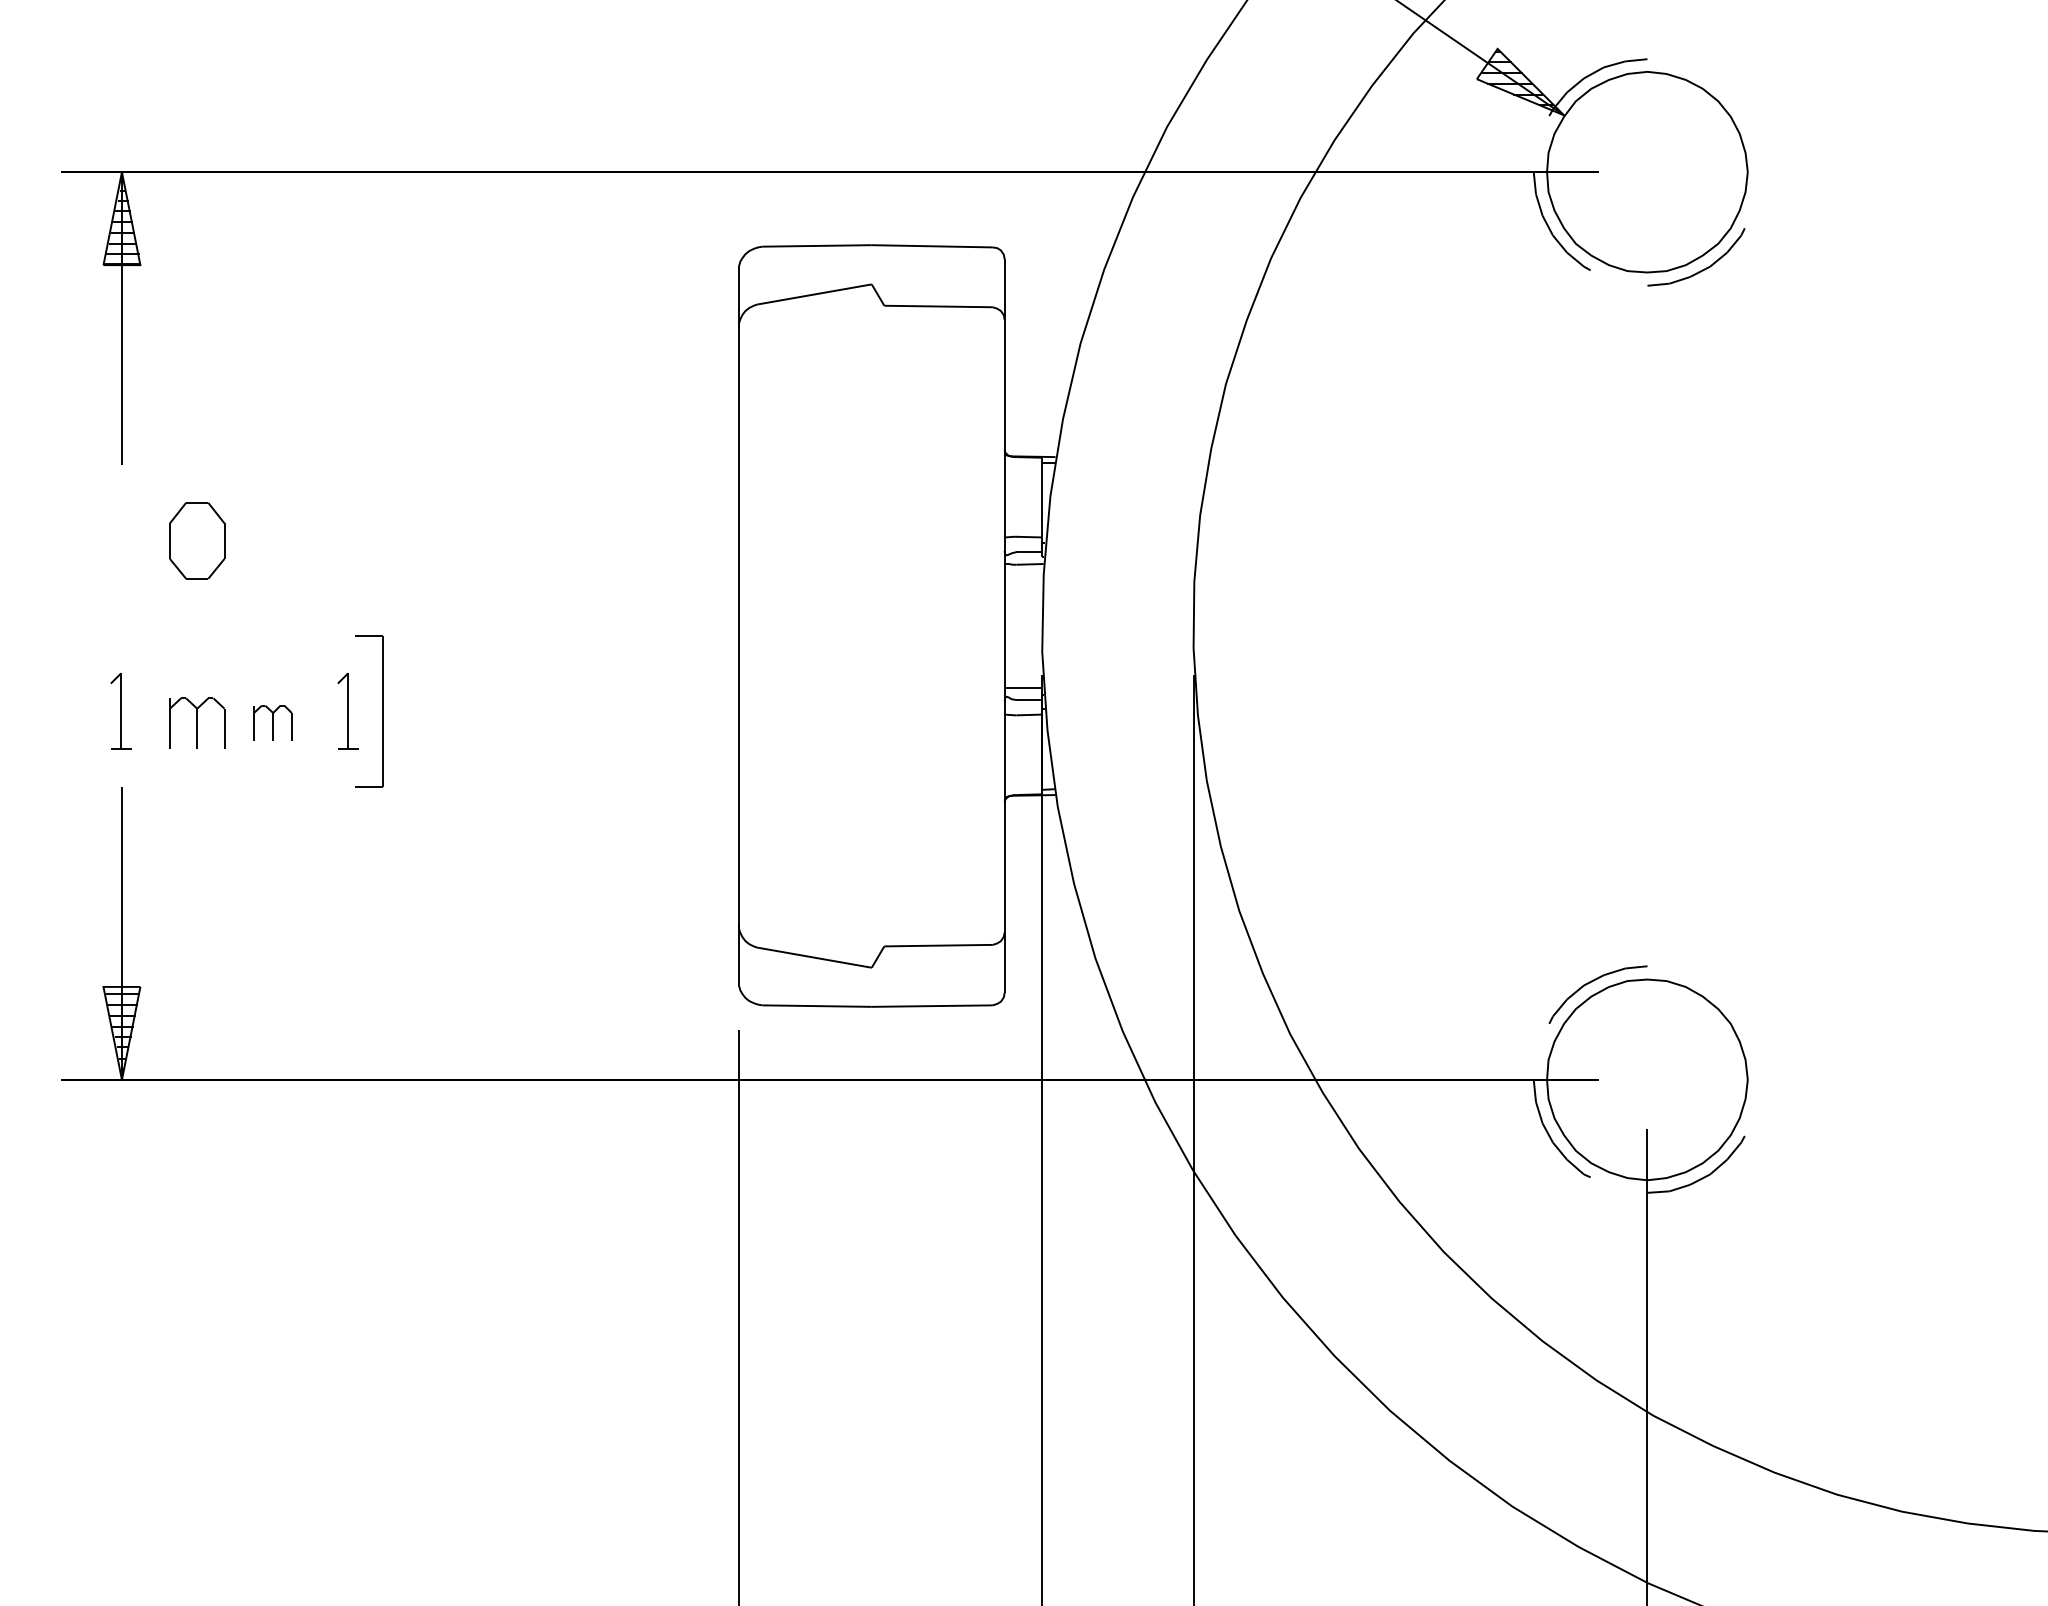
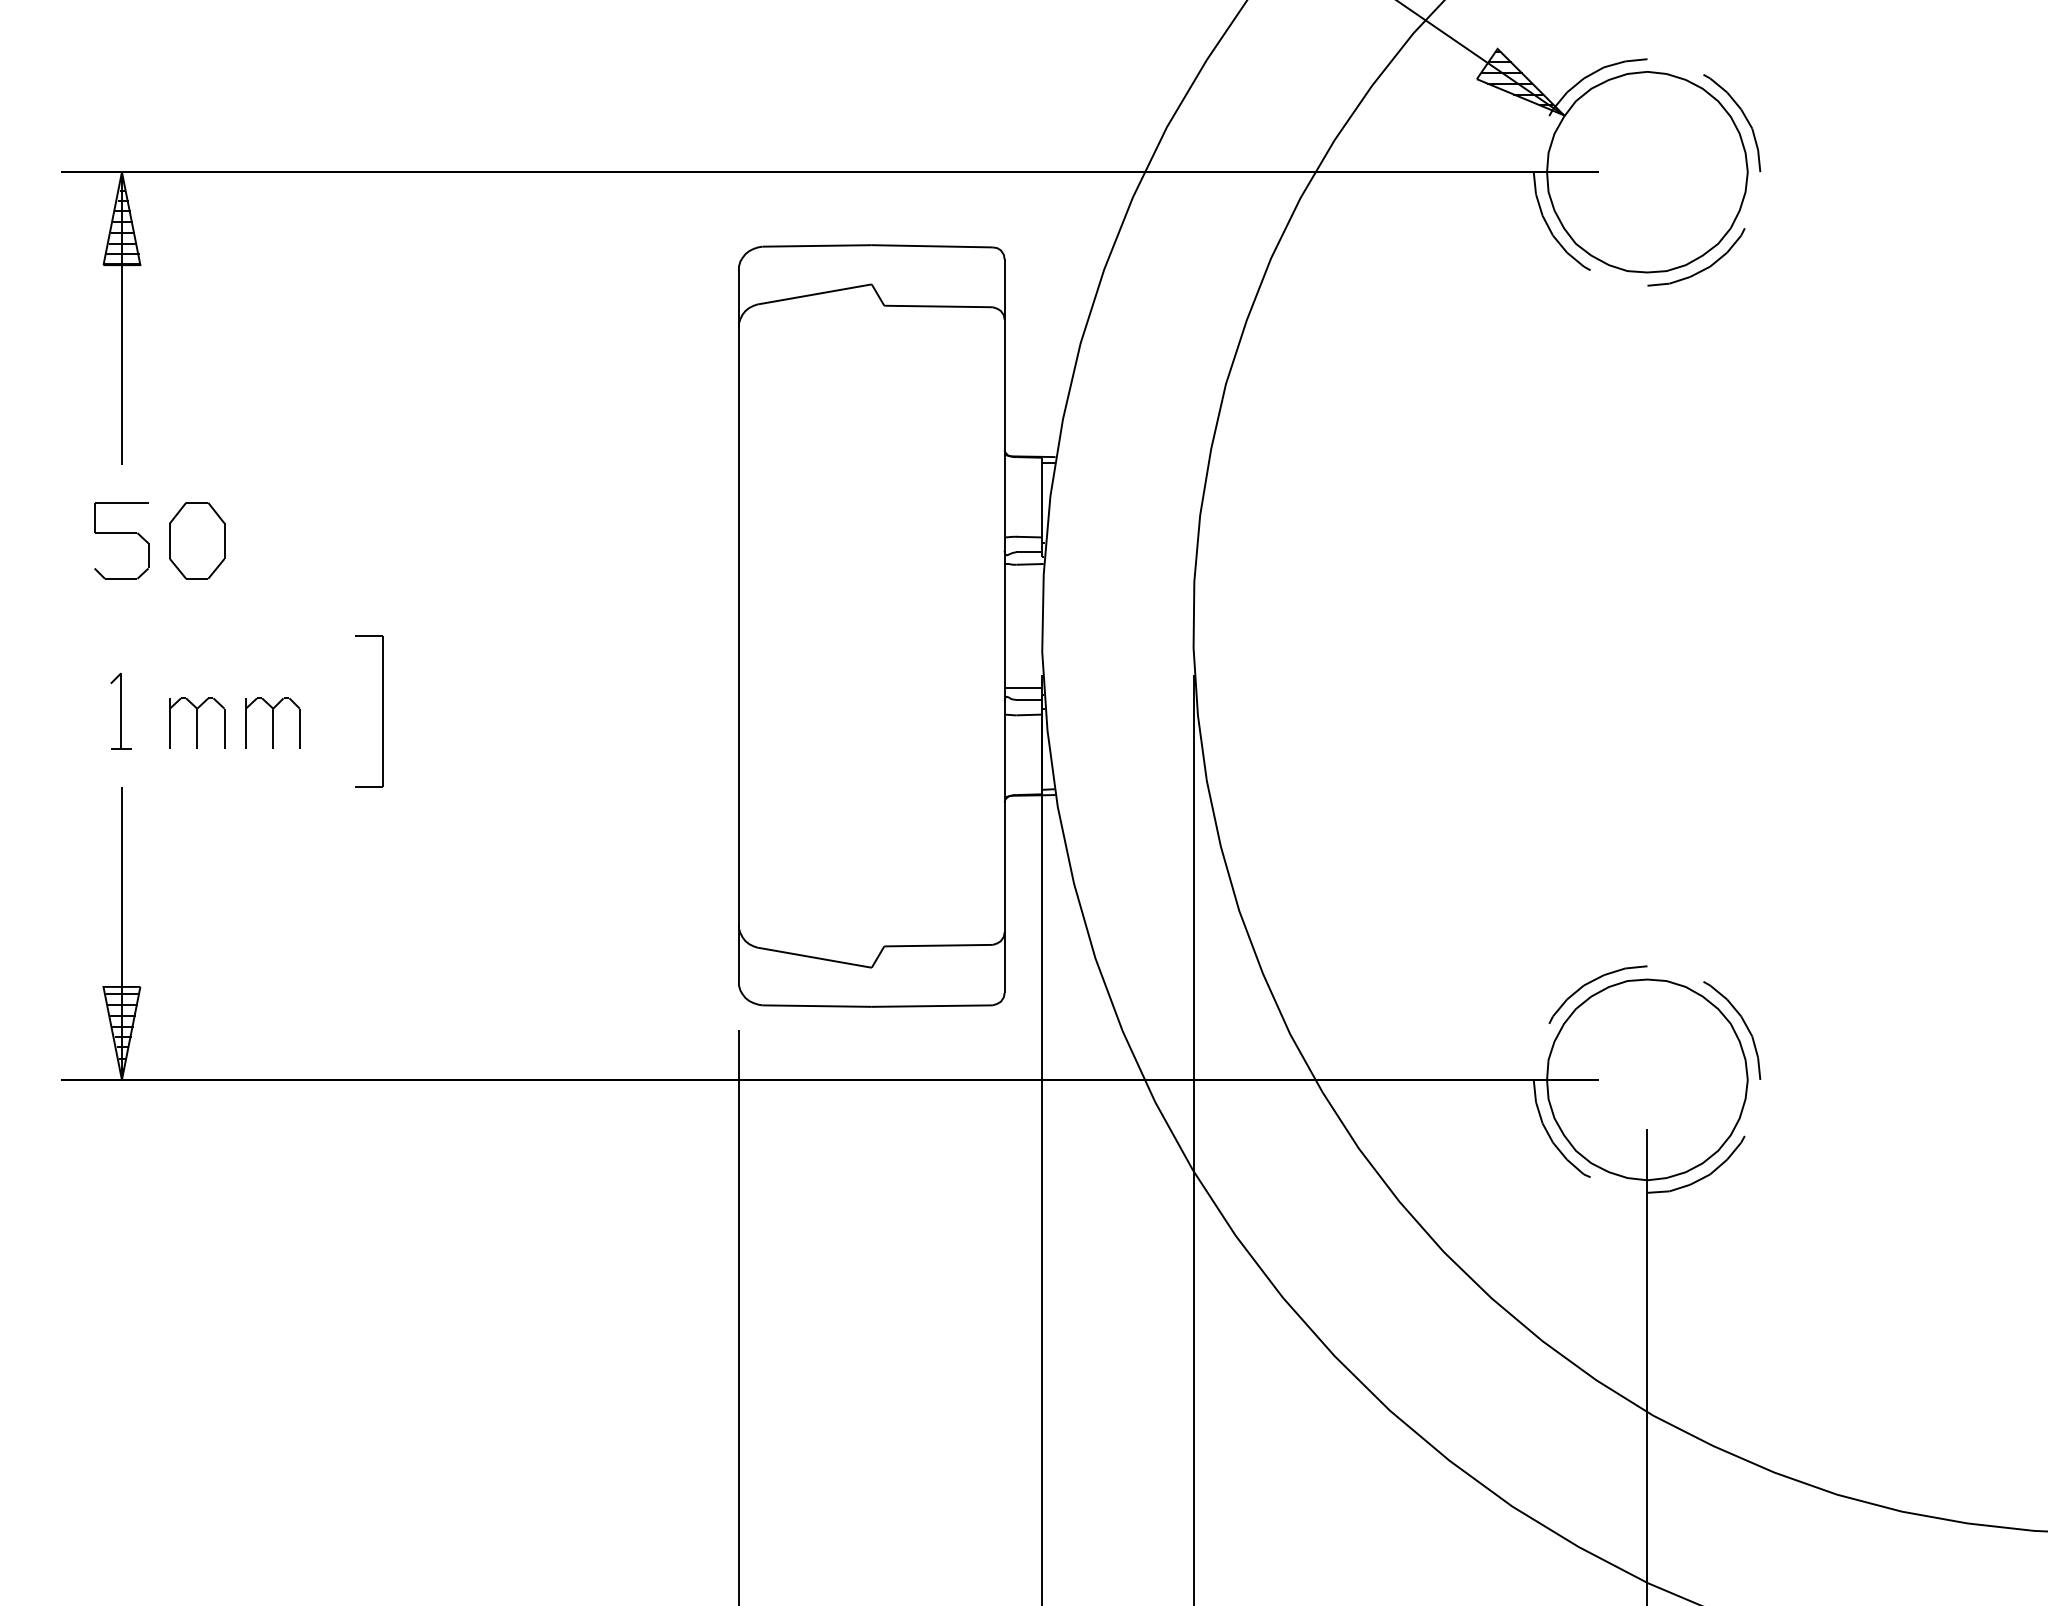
part at (1744, 117): none -> present
part at (121, 533): none -> present
part at (347, 710): present -> none
part at (272, 722) size: 40x36 px -> 56x52 px
part at (1744, 1024): none -> present
